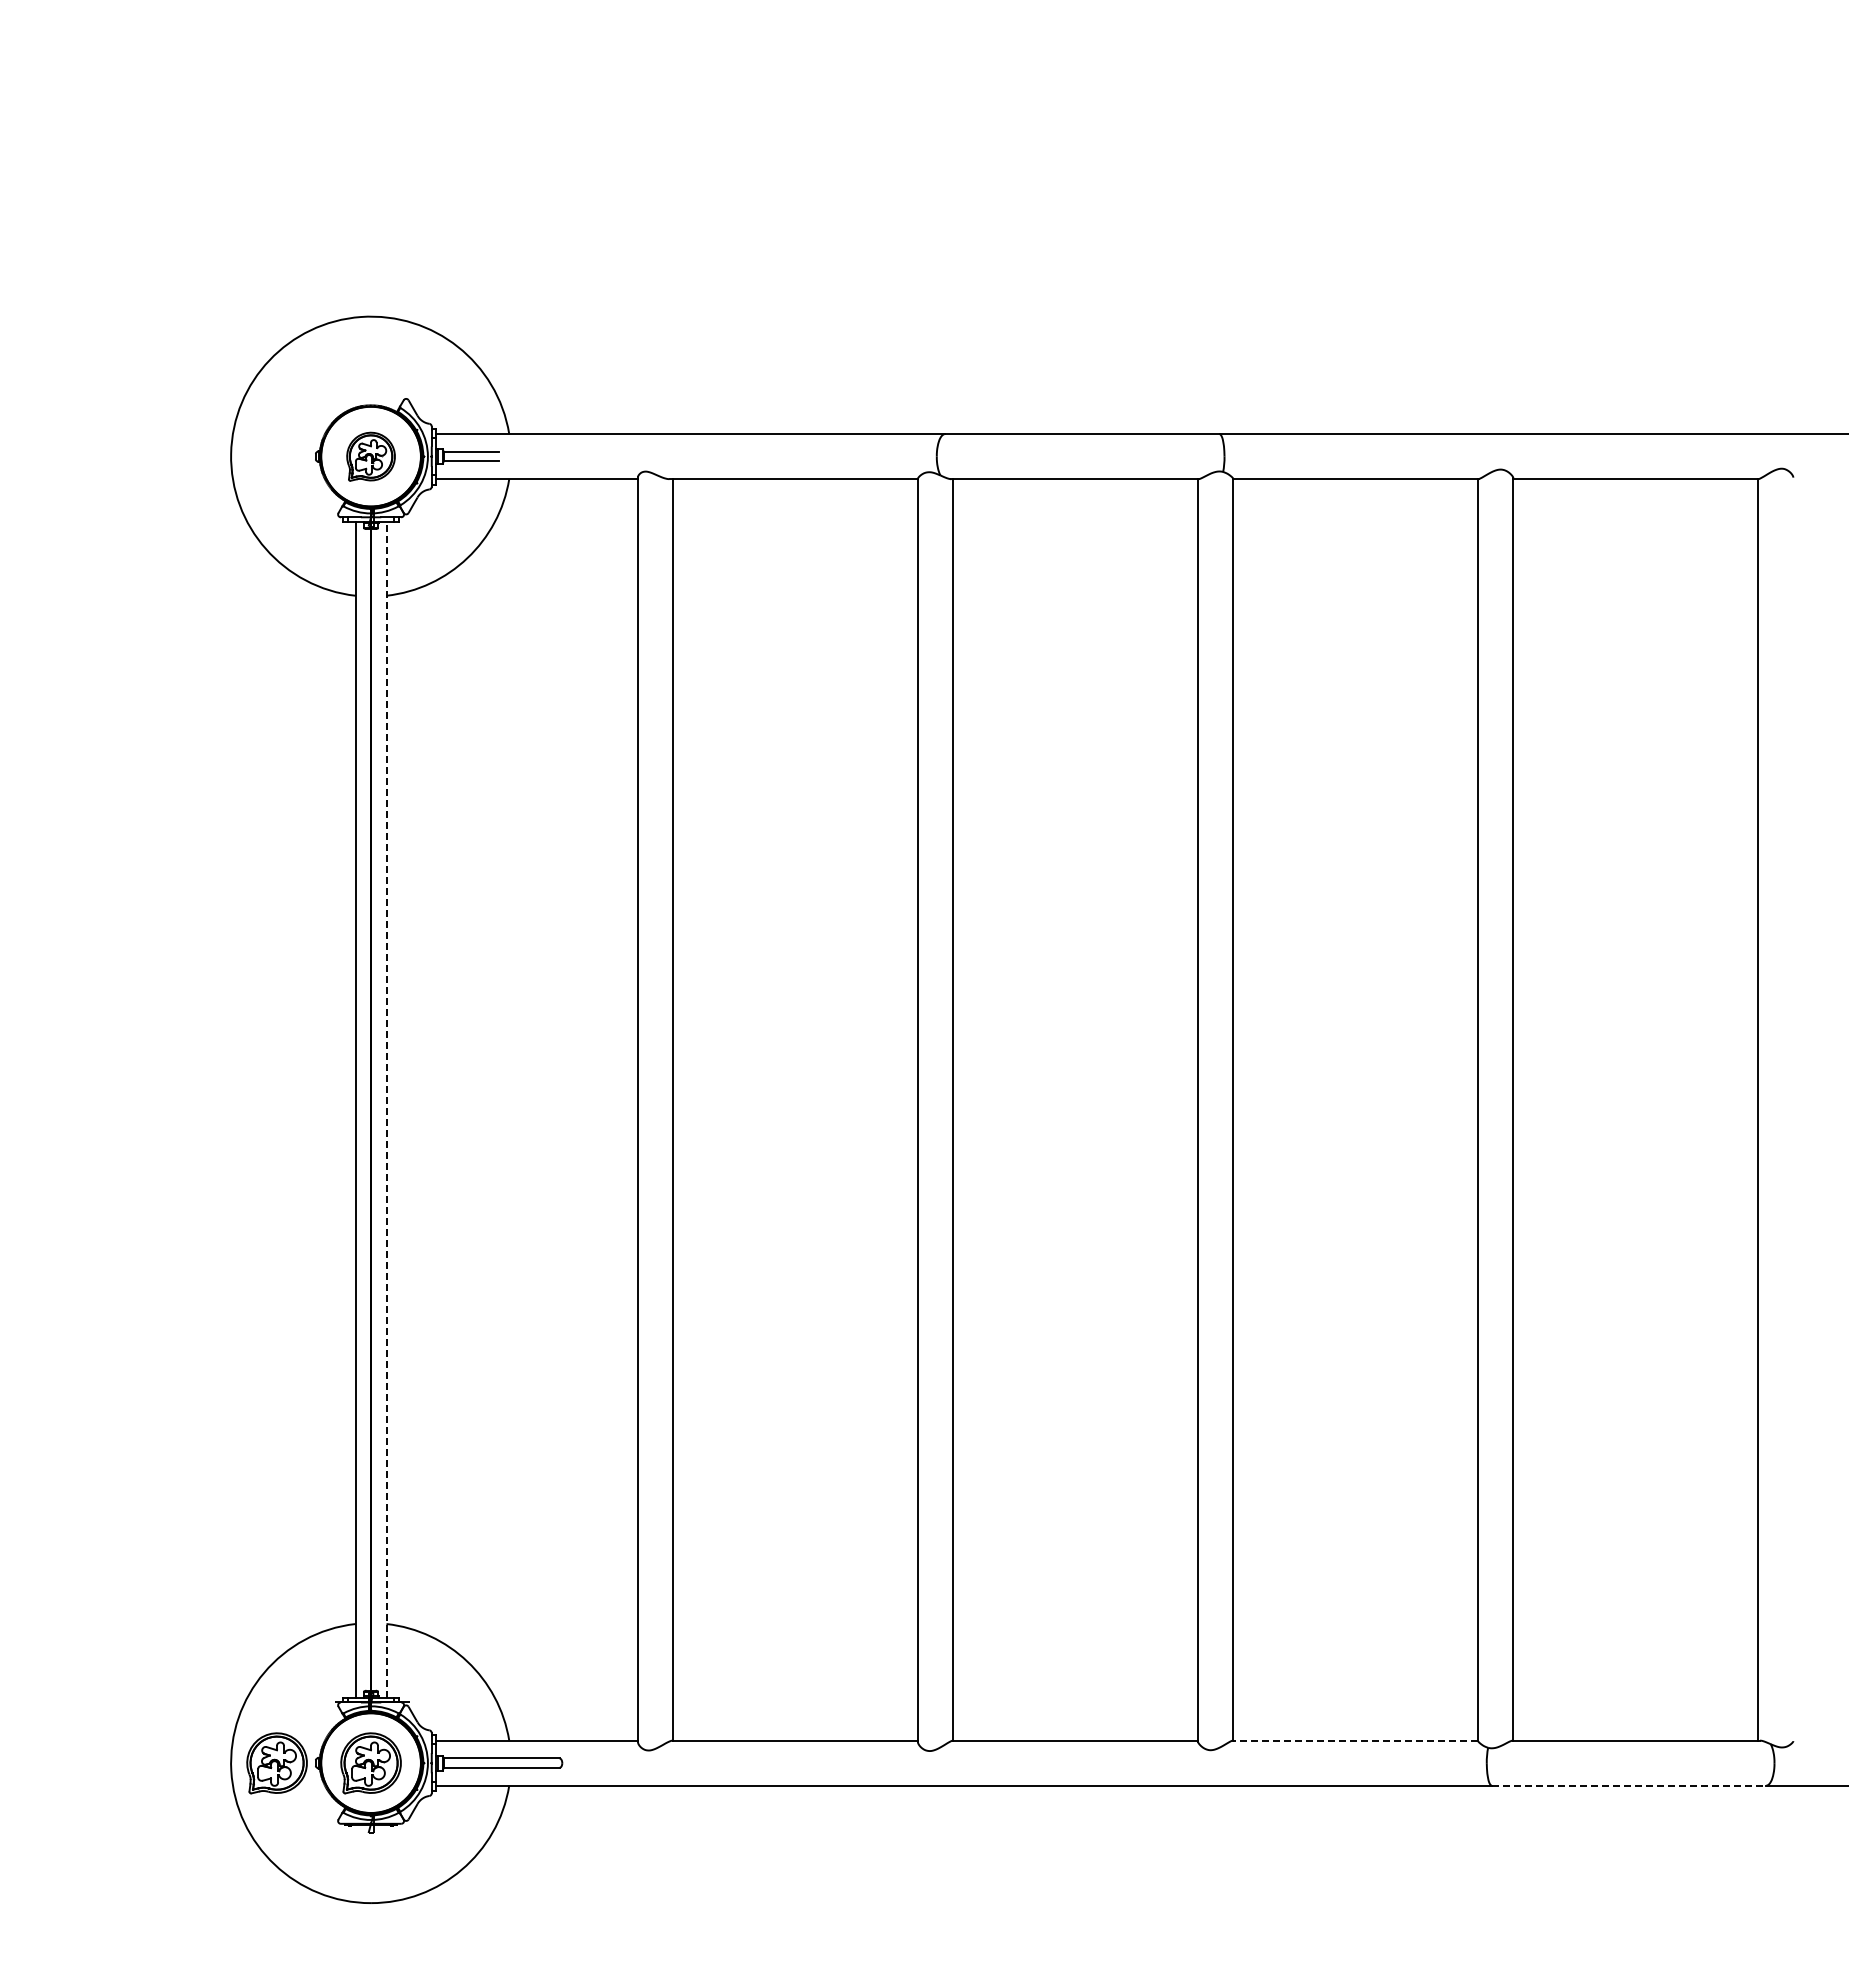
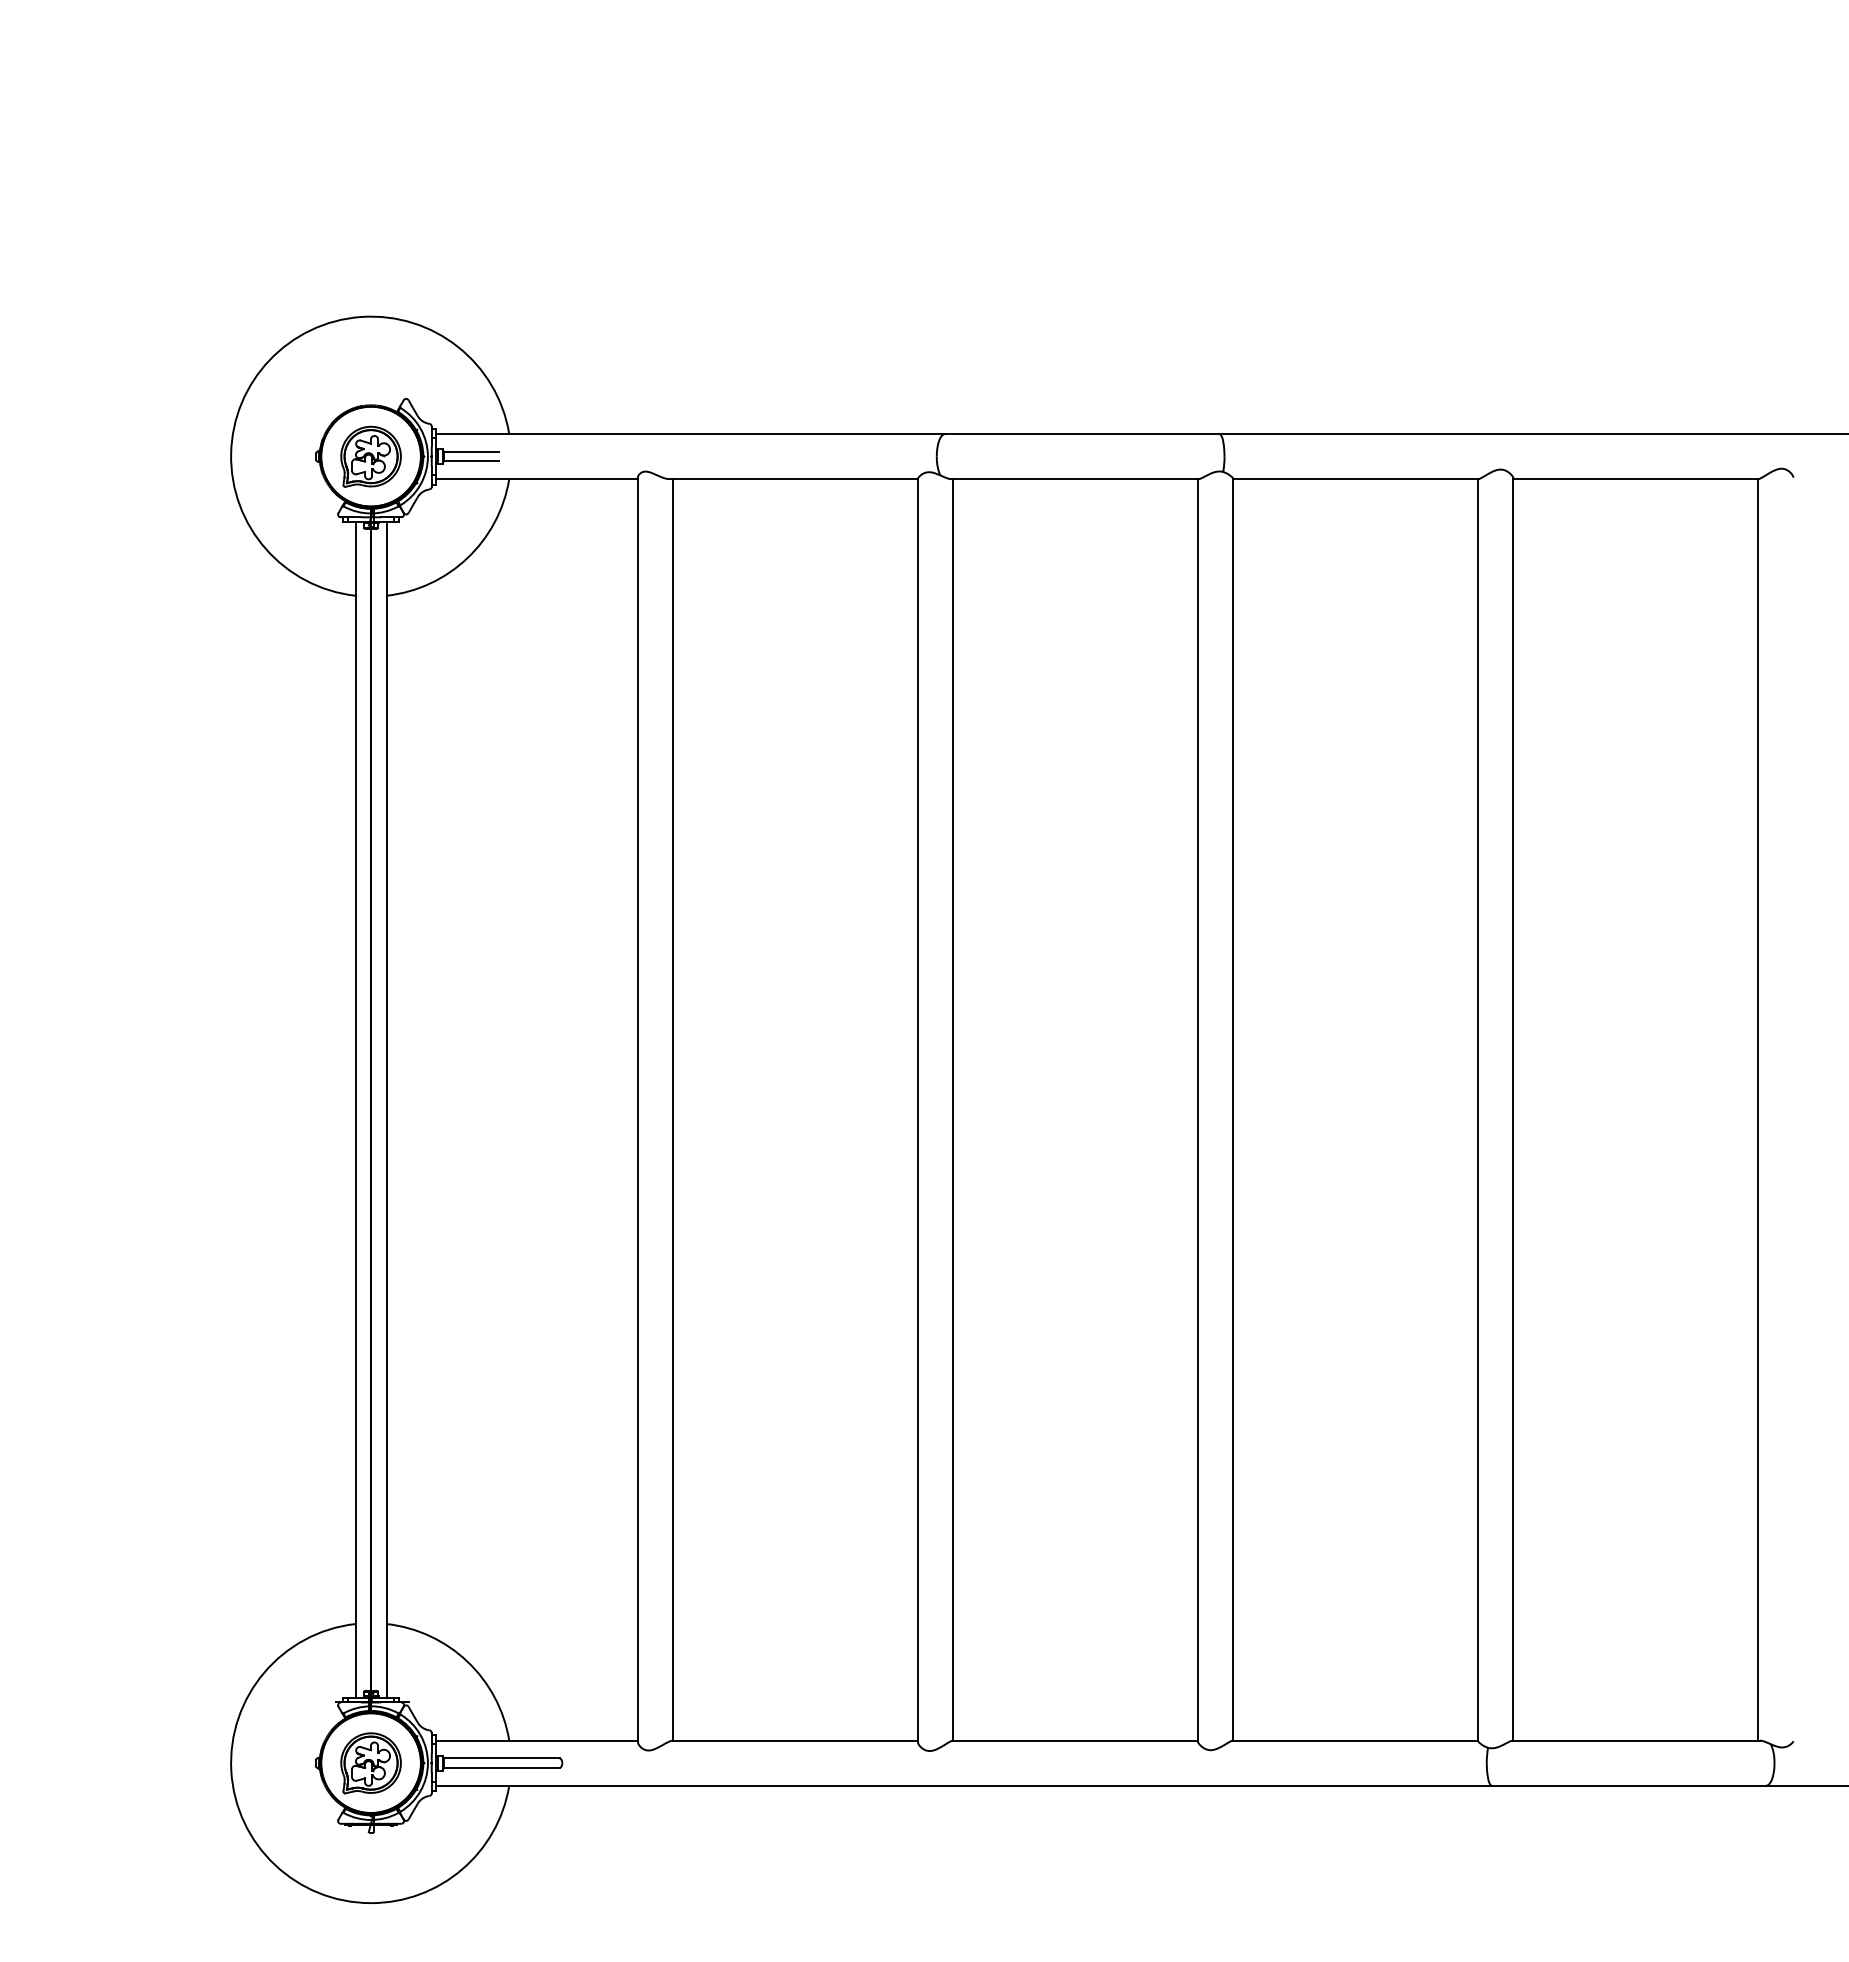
part at (370, 456) size: 50x51 px -> 62x63 px
line at (386, 1109): dashed -> solid
line at (1354, 1740): dashed -> solid
part at (276, 1763): present -> none
line at (1629, 1785): dashed -> solid
